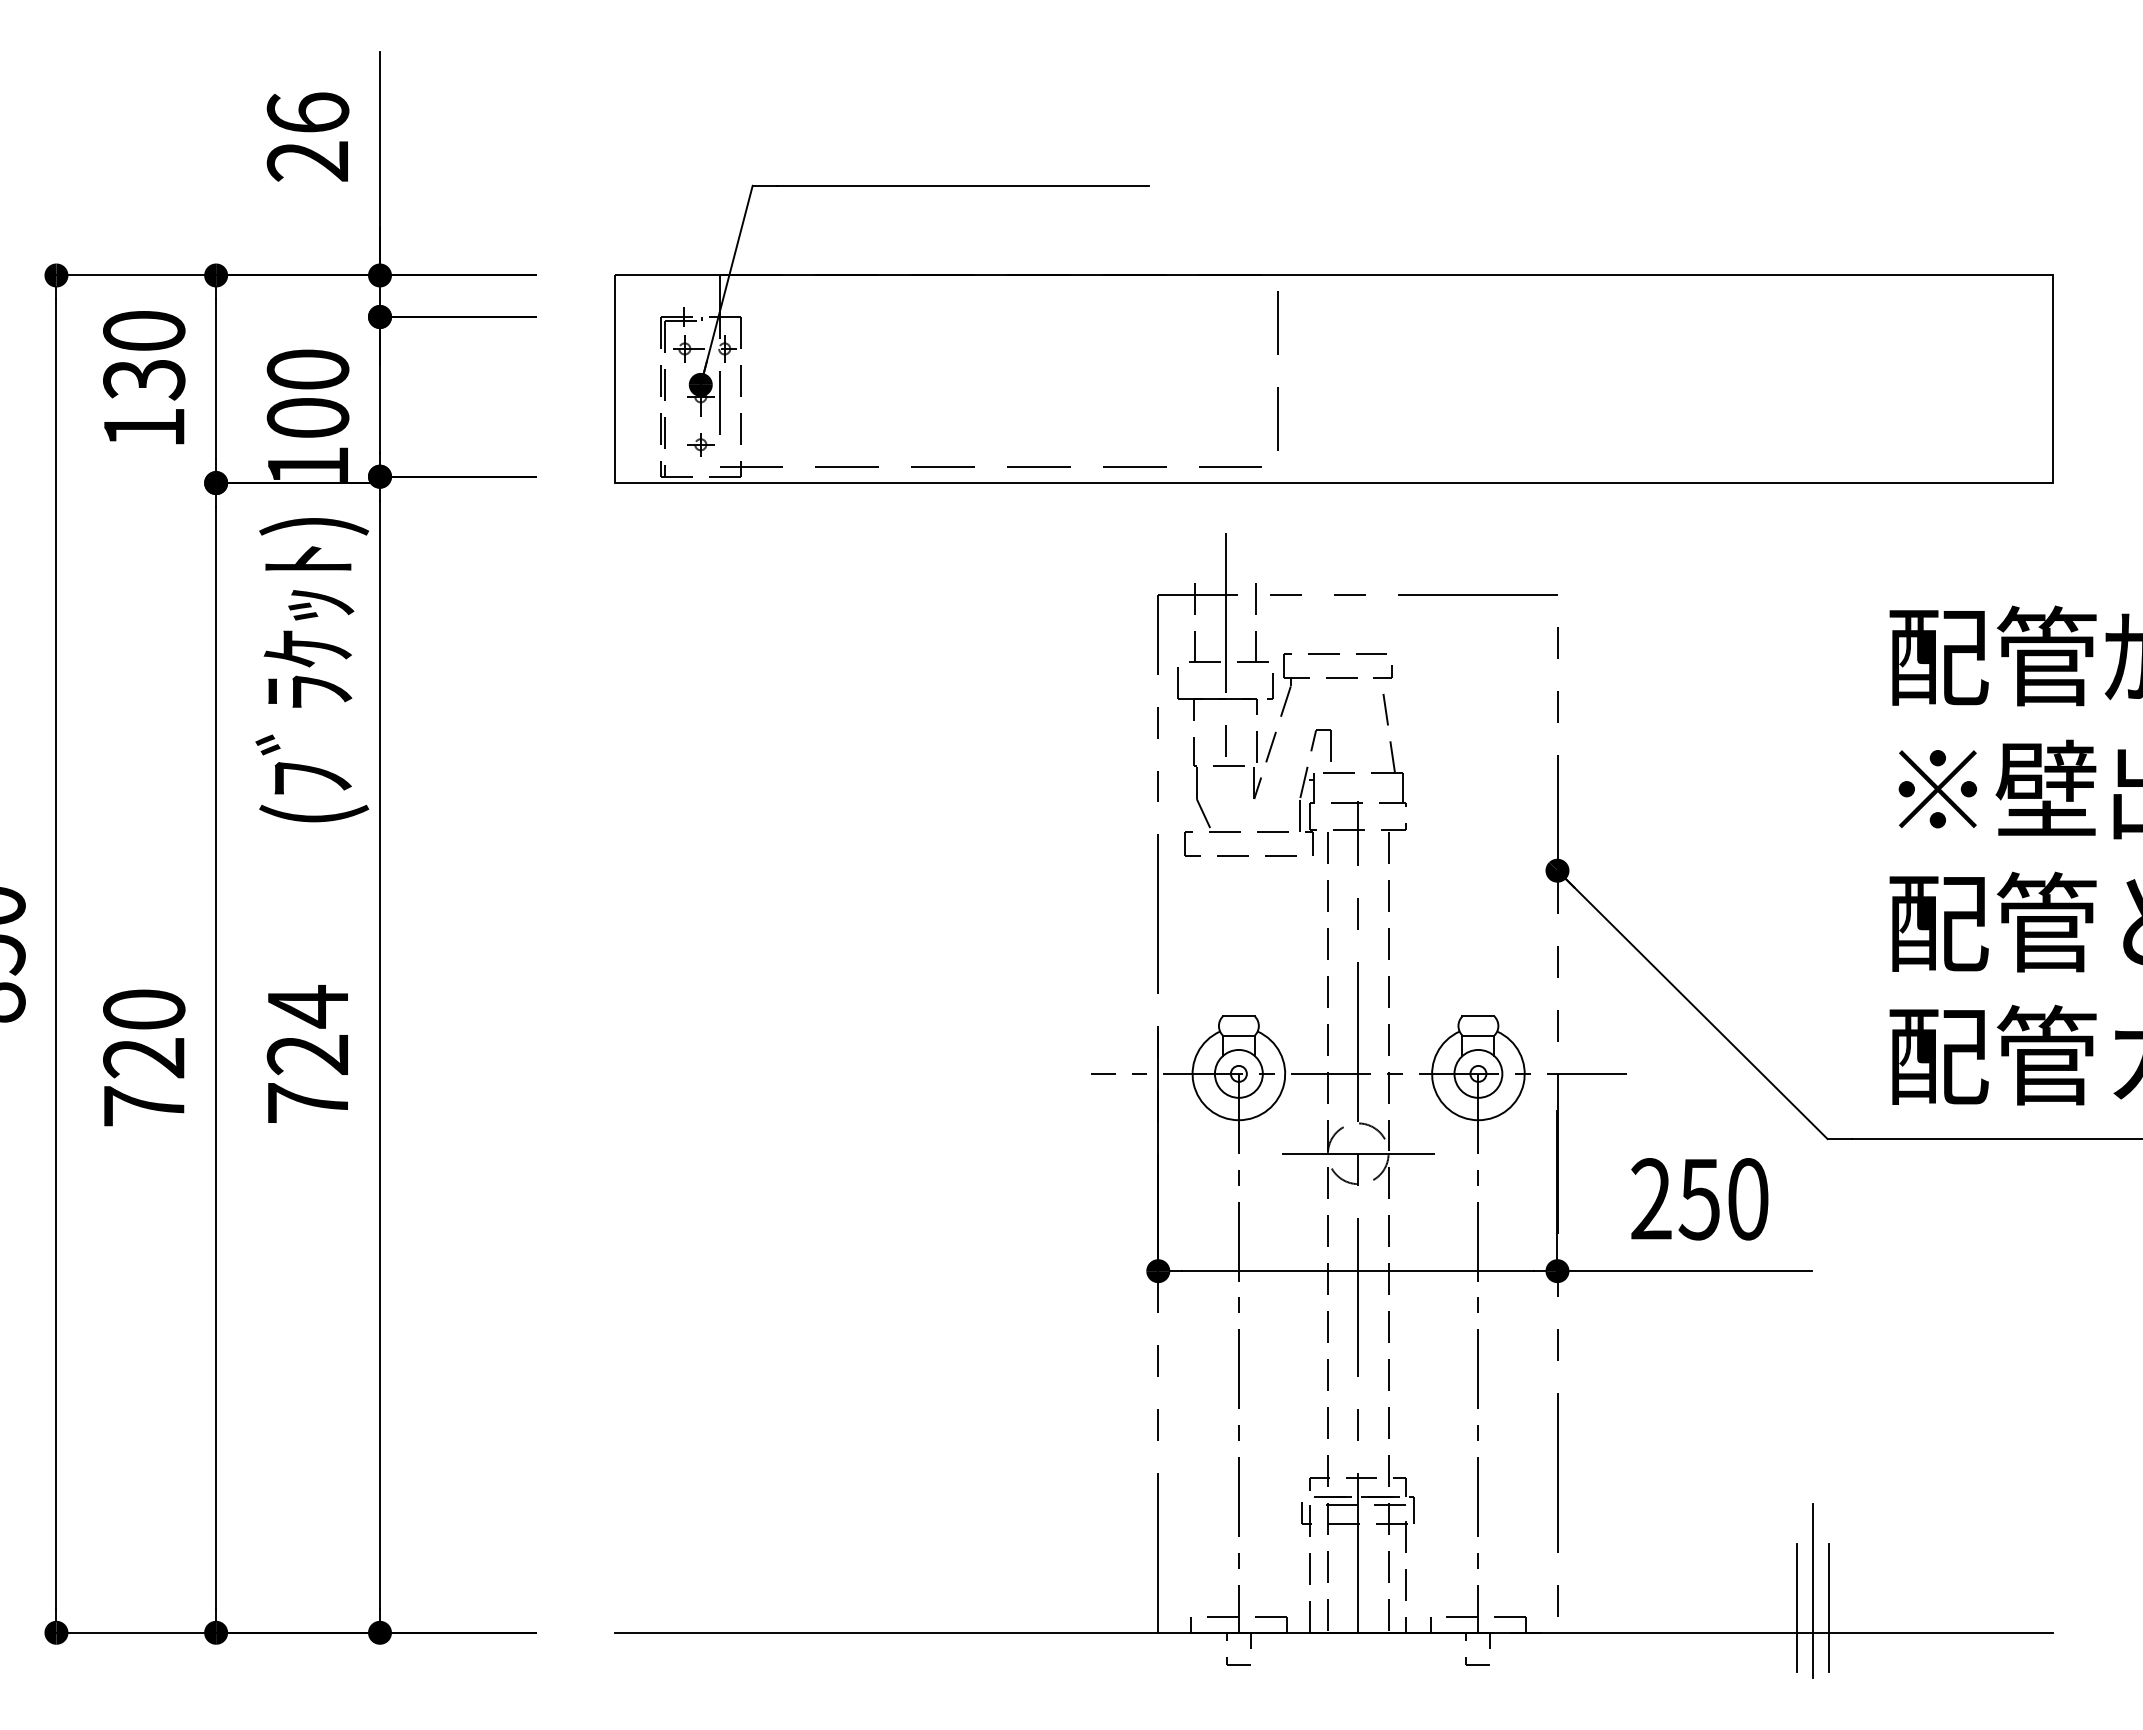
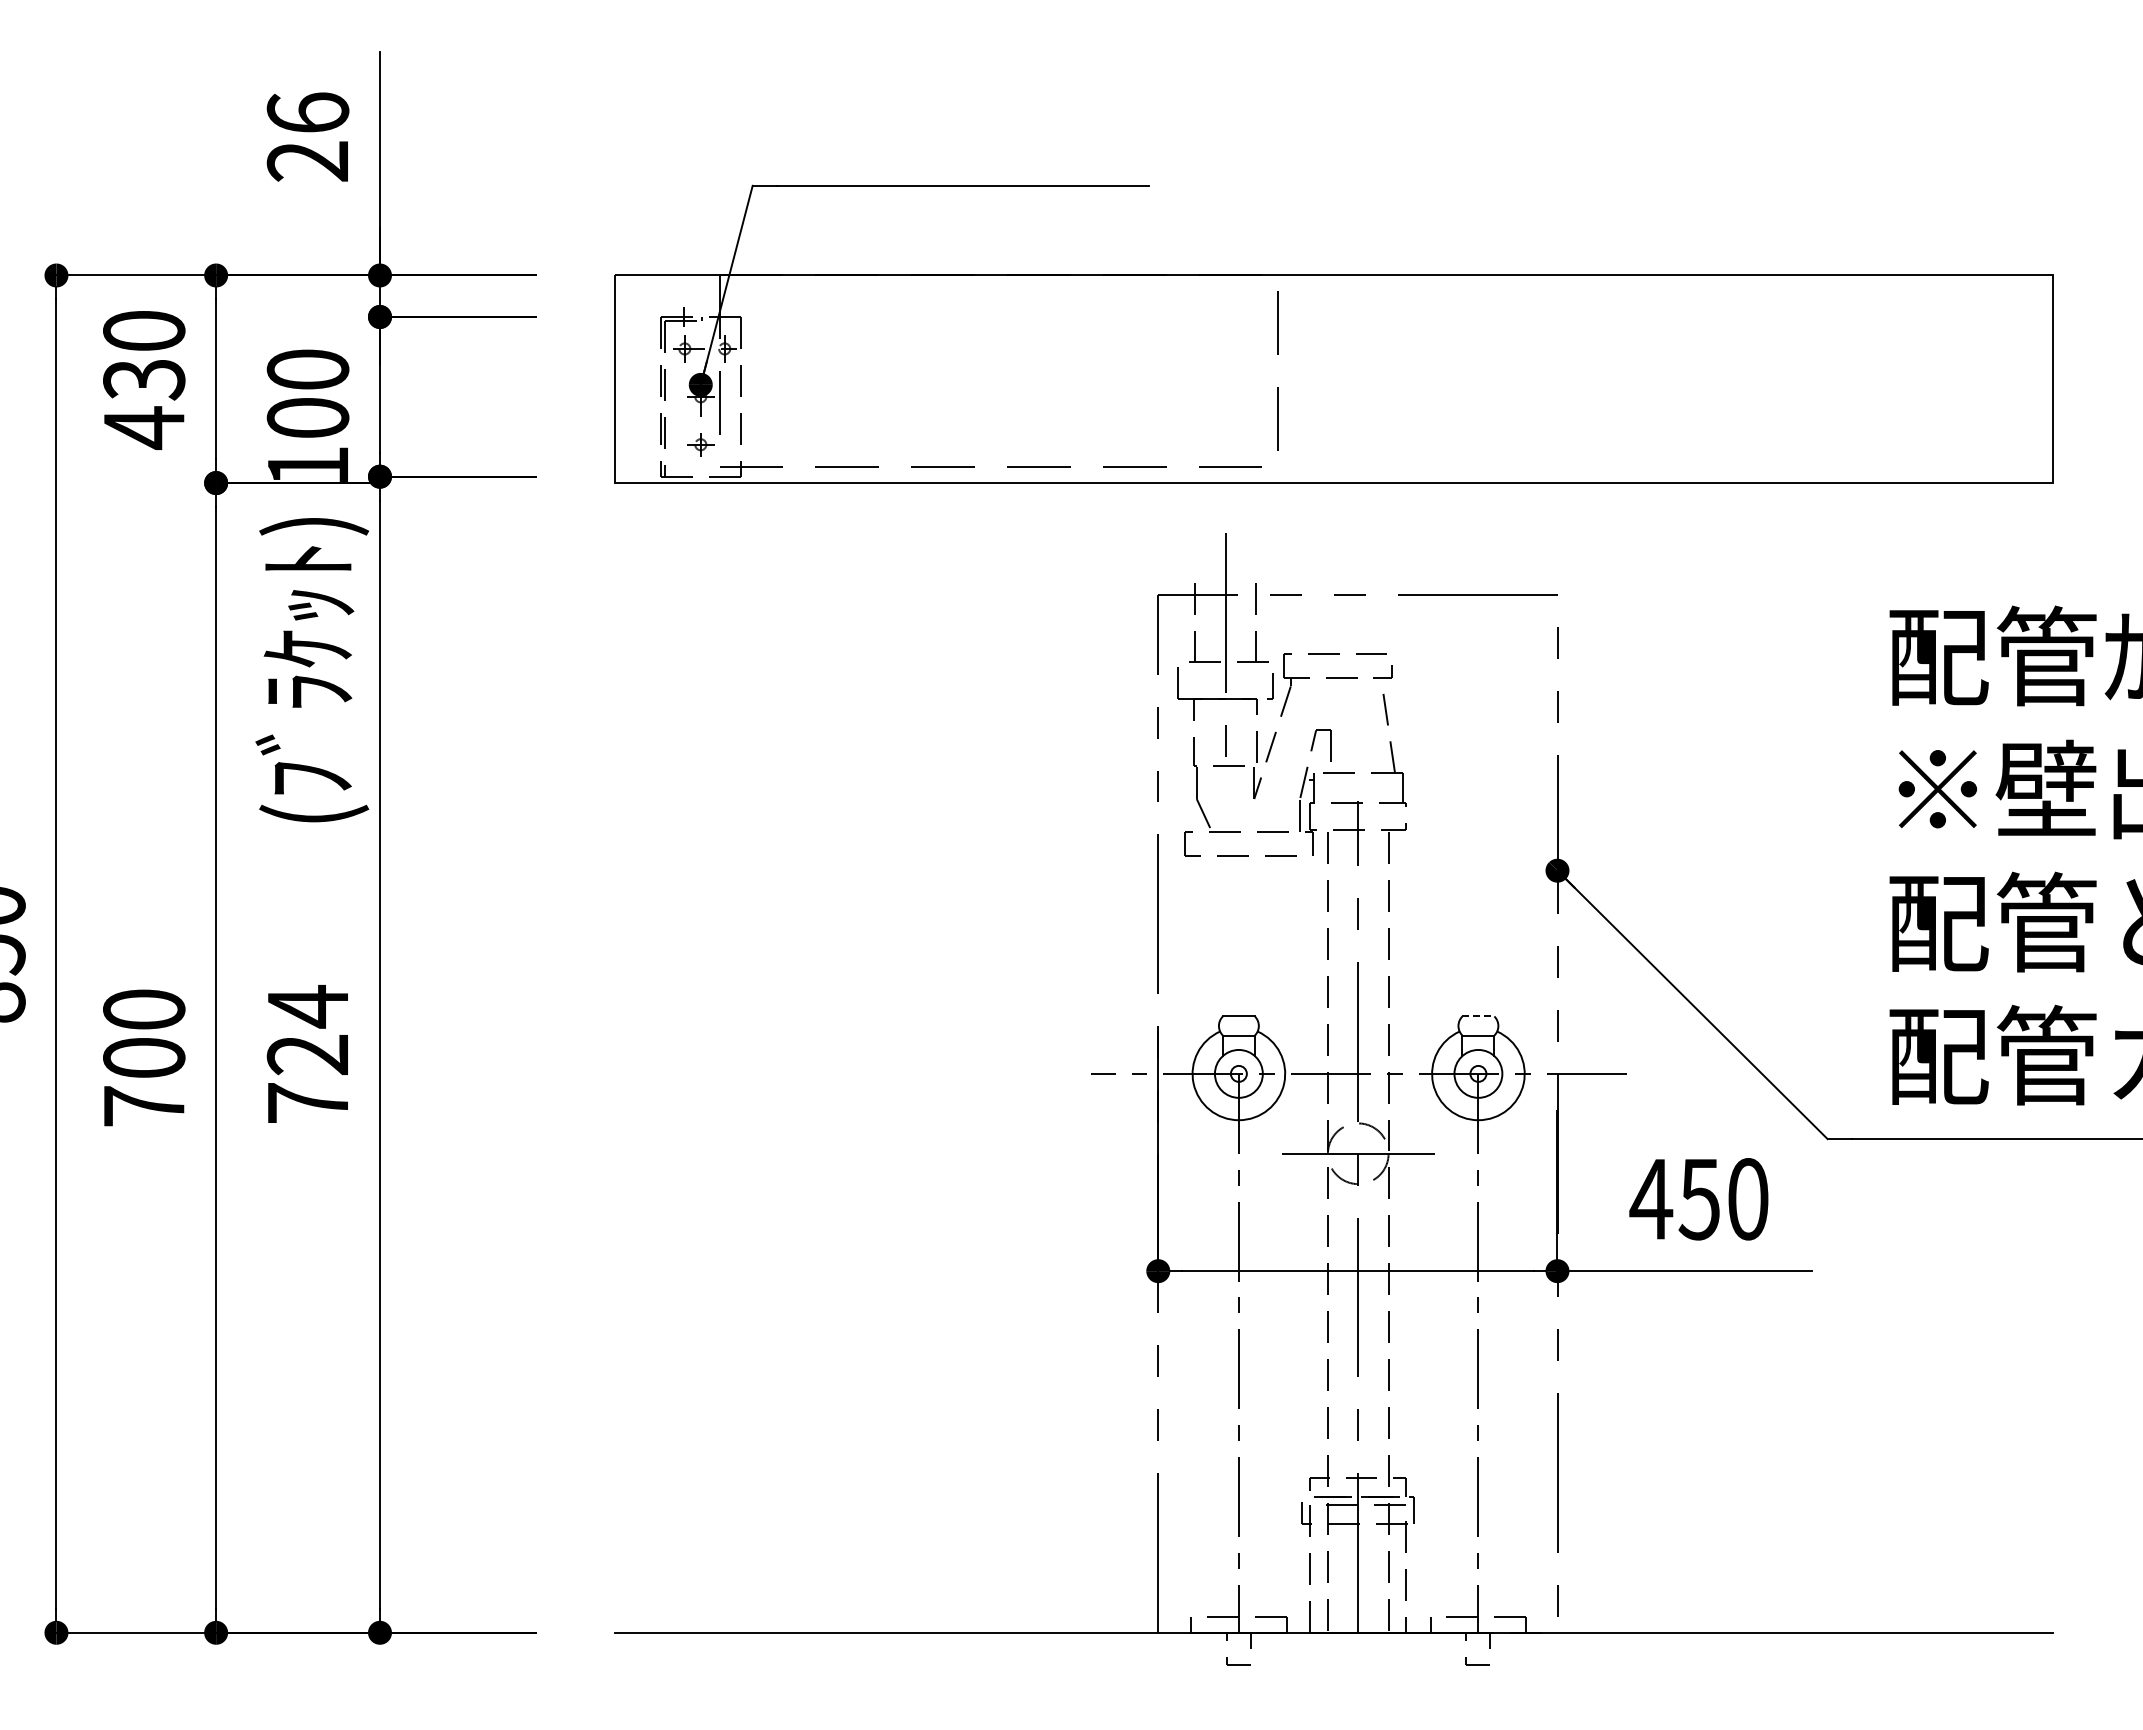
text at (144, 427): 130 -> 430
line at (1478, 1016): solid -> dashed
text at (144, 1058): 720 -> 700
text at (1651, 1198): 250 -> 450
line at (1812, 1590): present -> none
line at (1797, 1607): present -> none
line at (1828, 1607): present -> none
